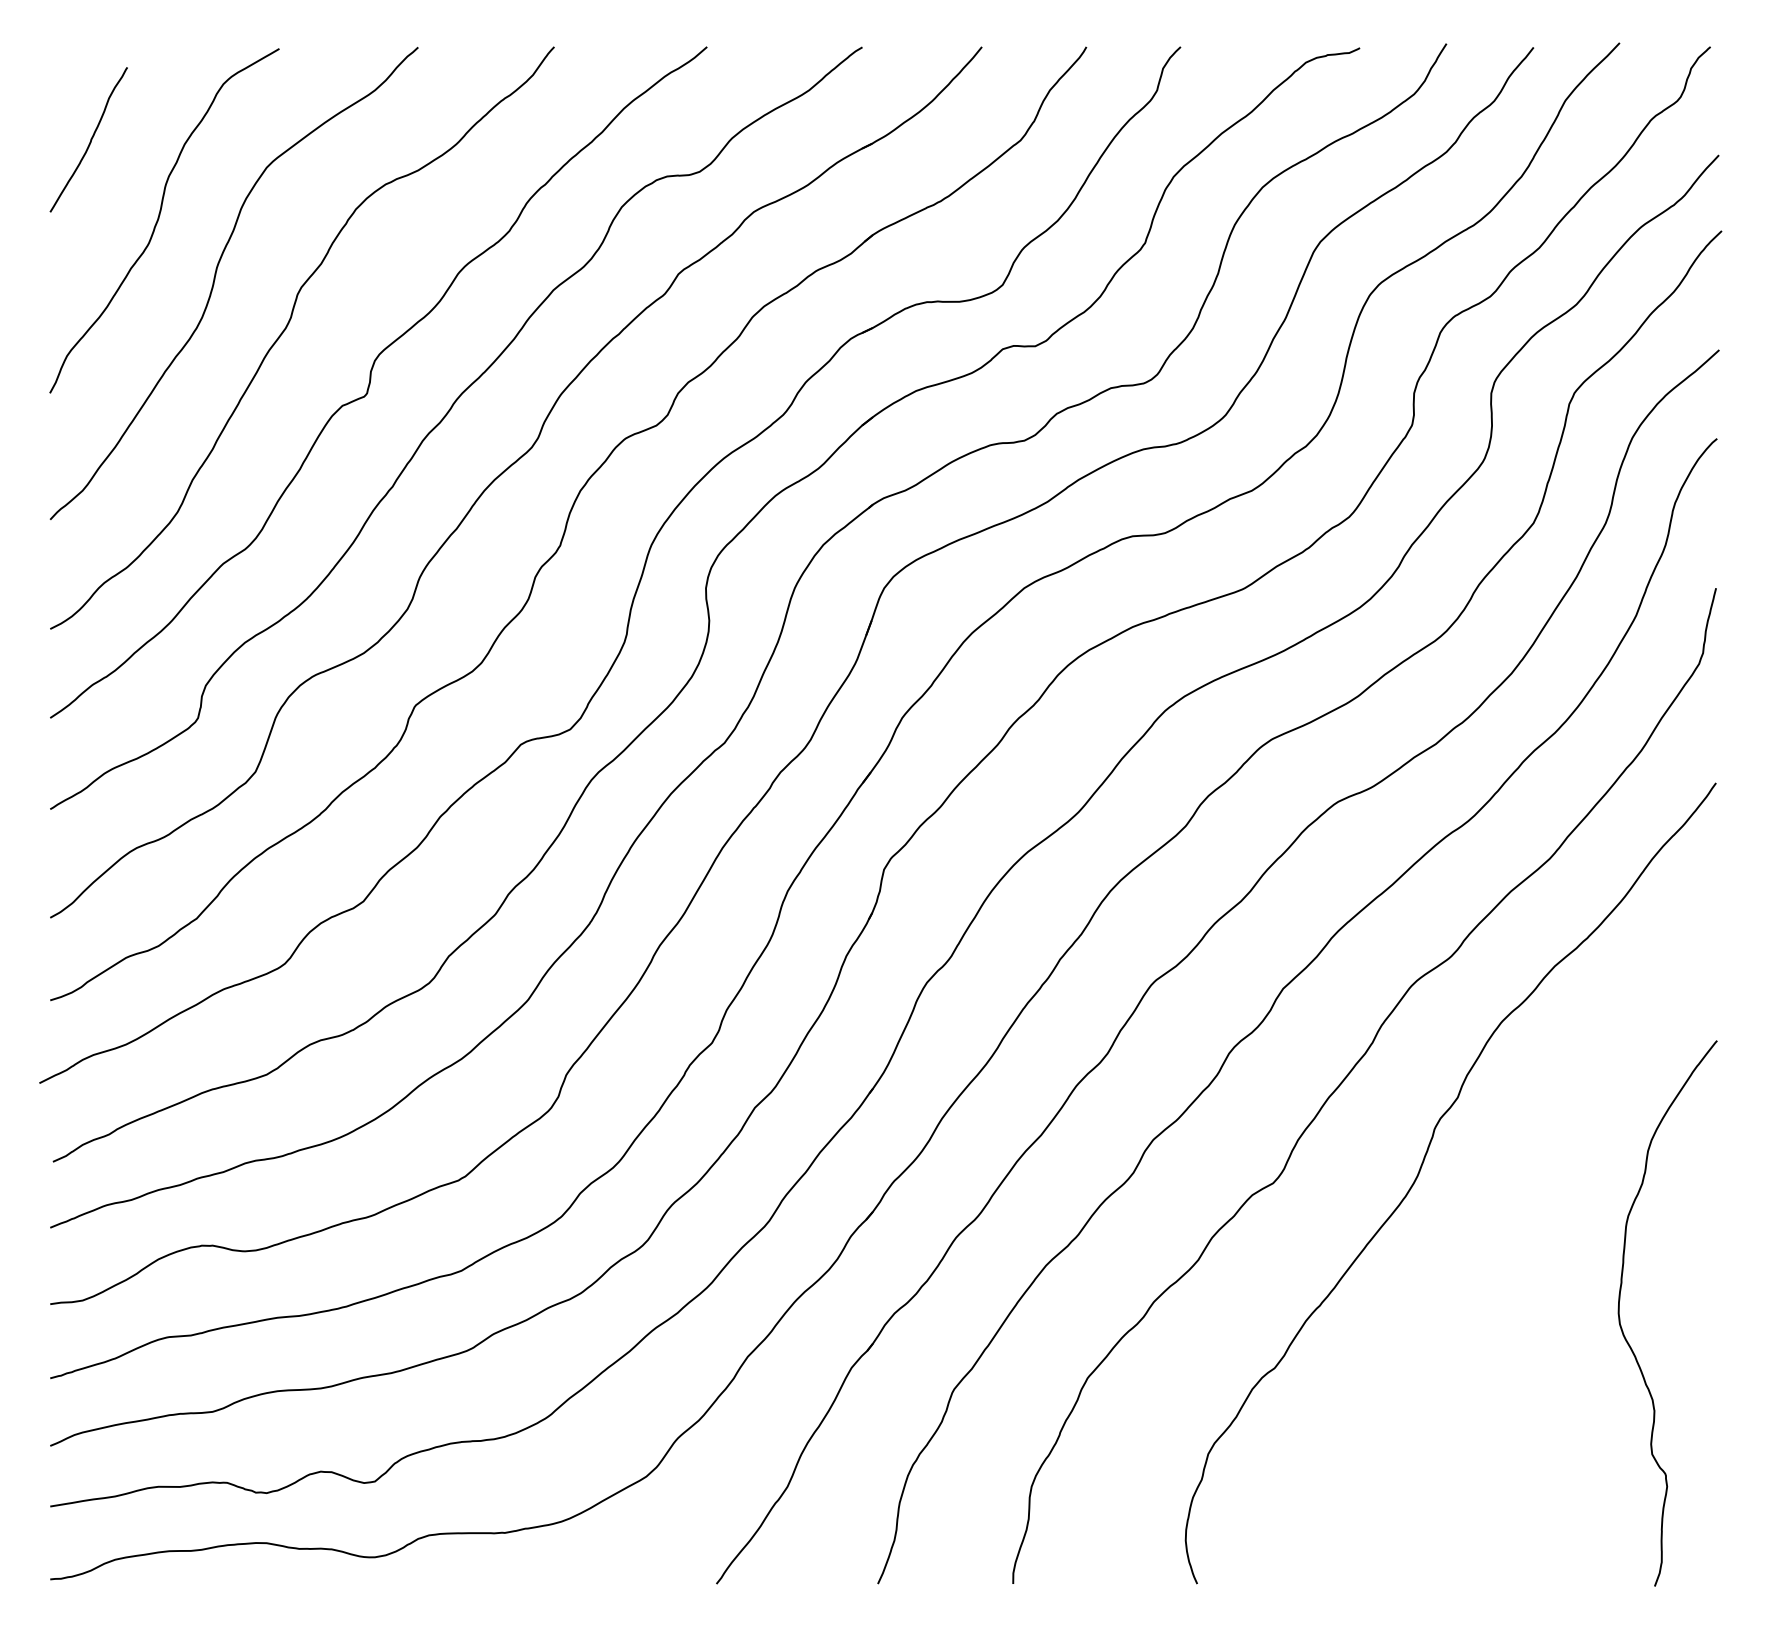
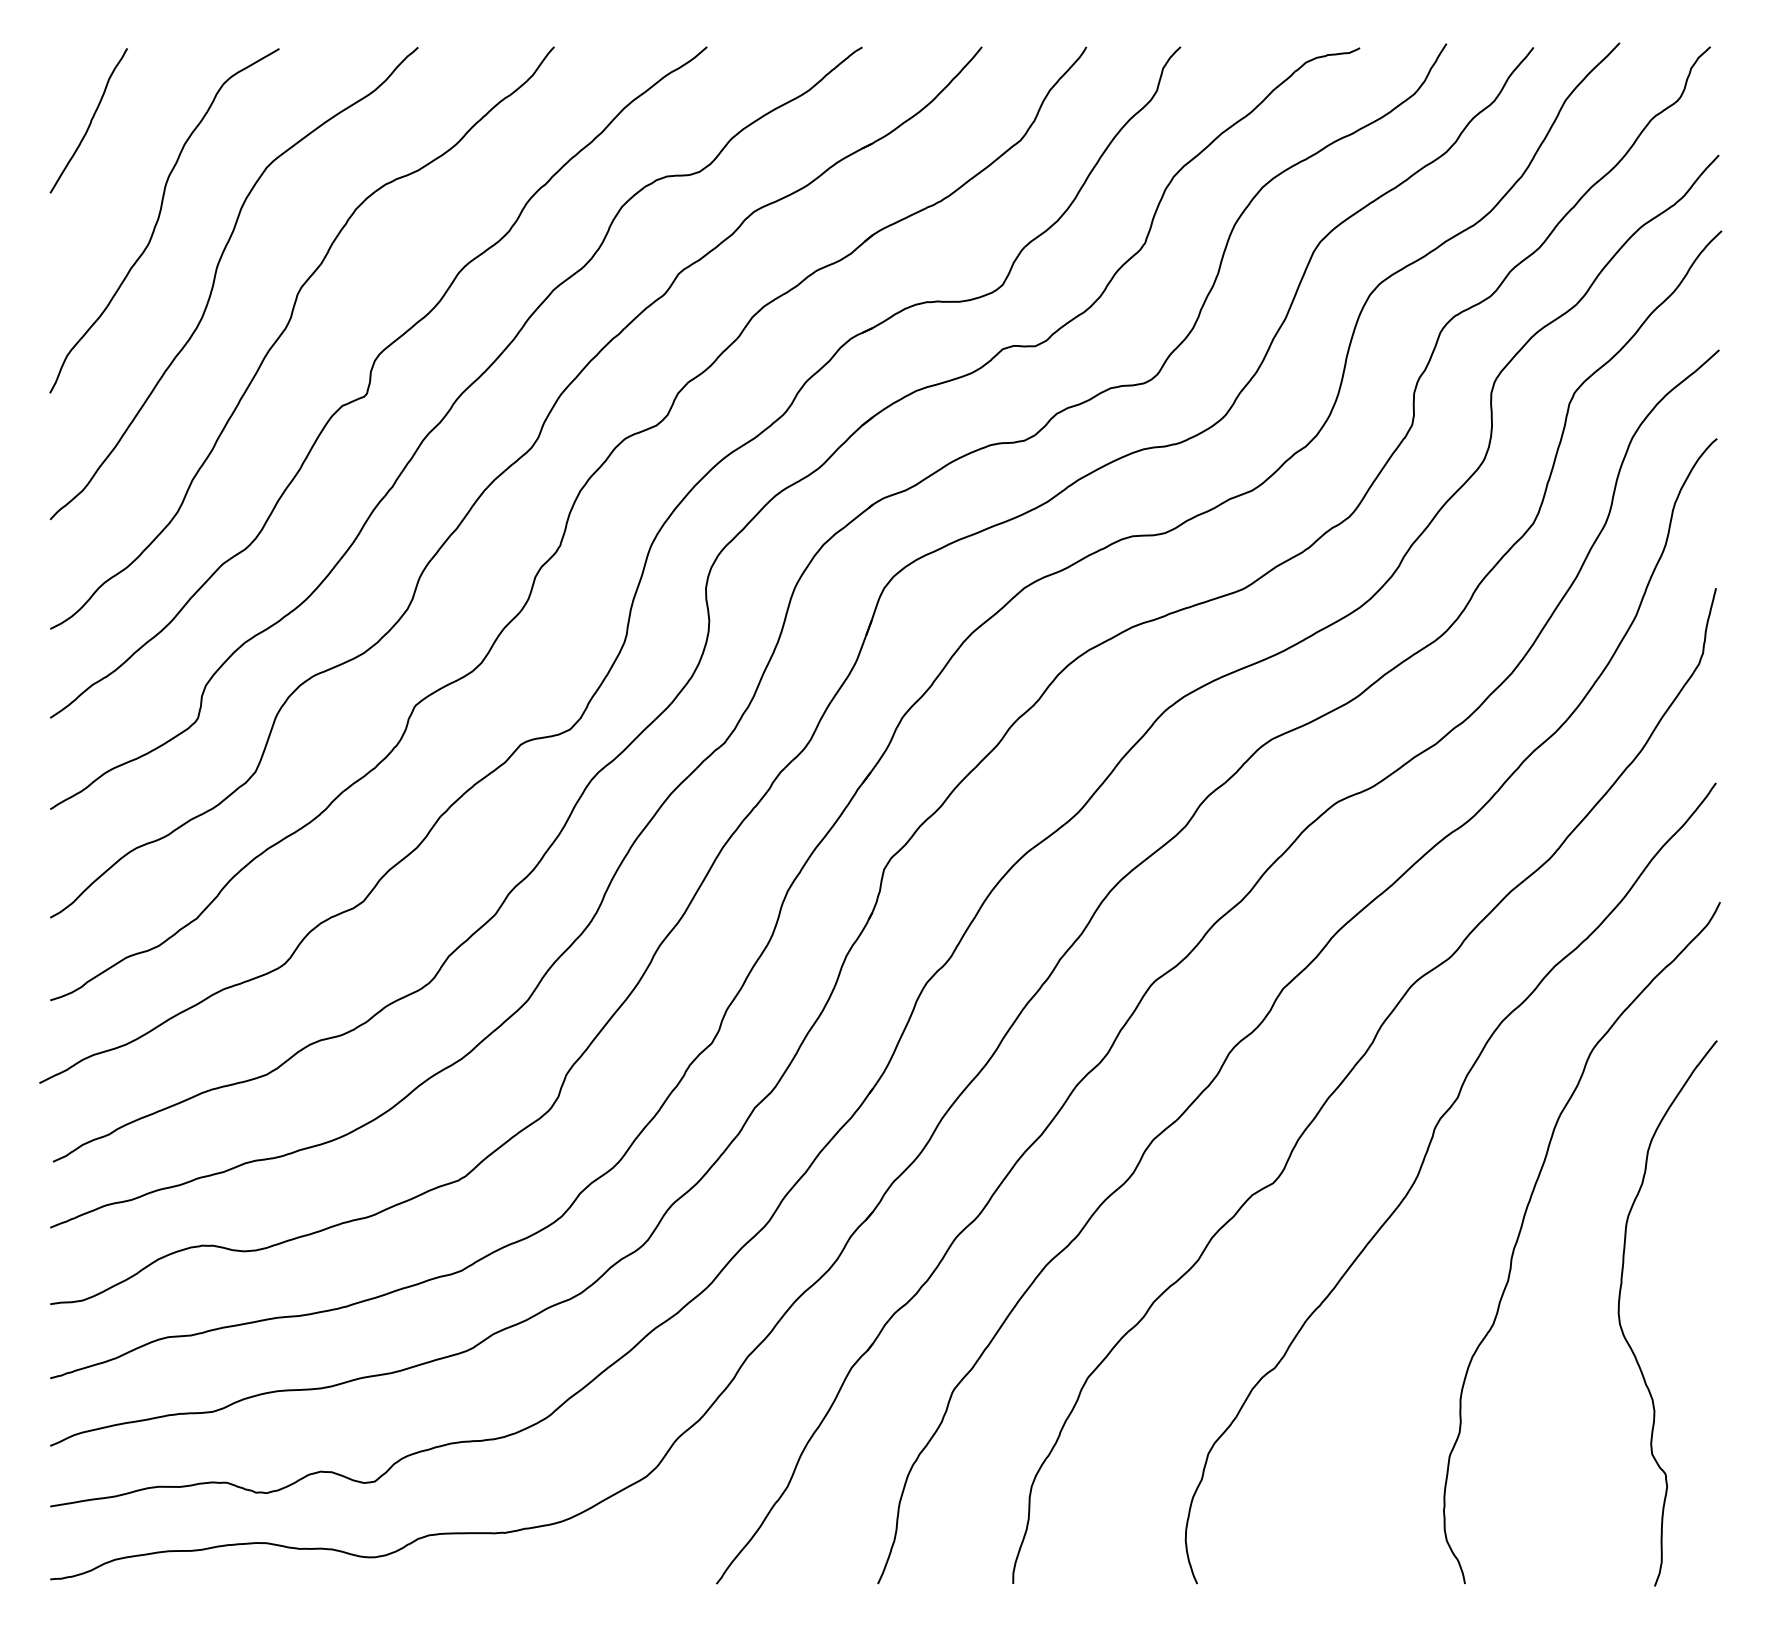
curve at (90, 139) position: (90, 139) -> (90, 120)
curve at (1523, 1224): none -> present
